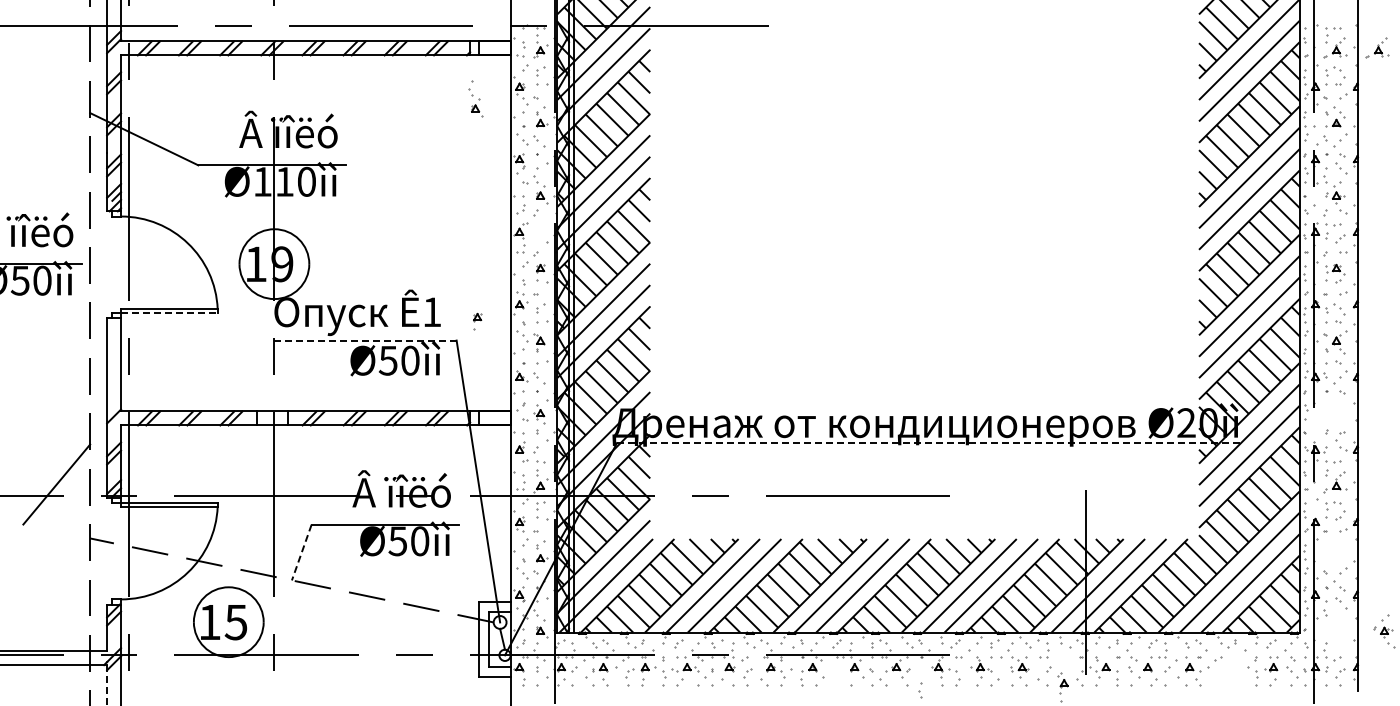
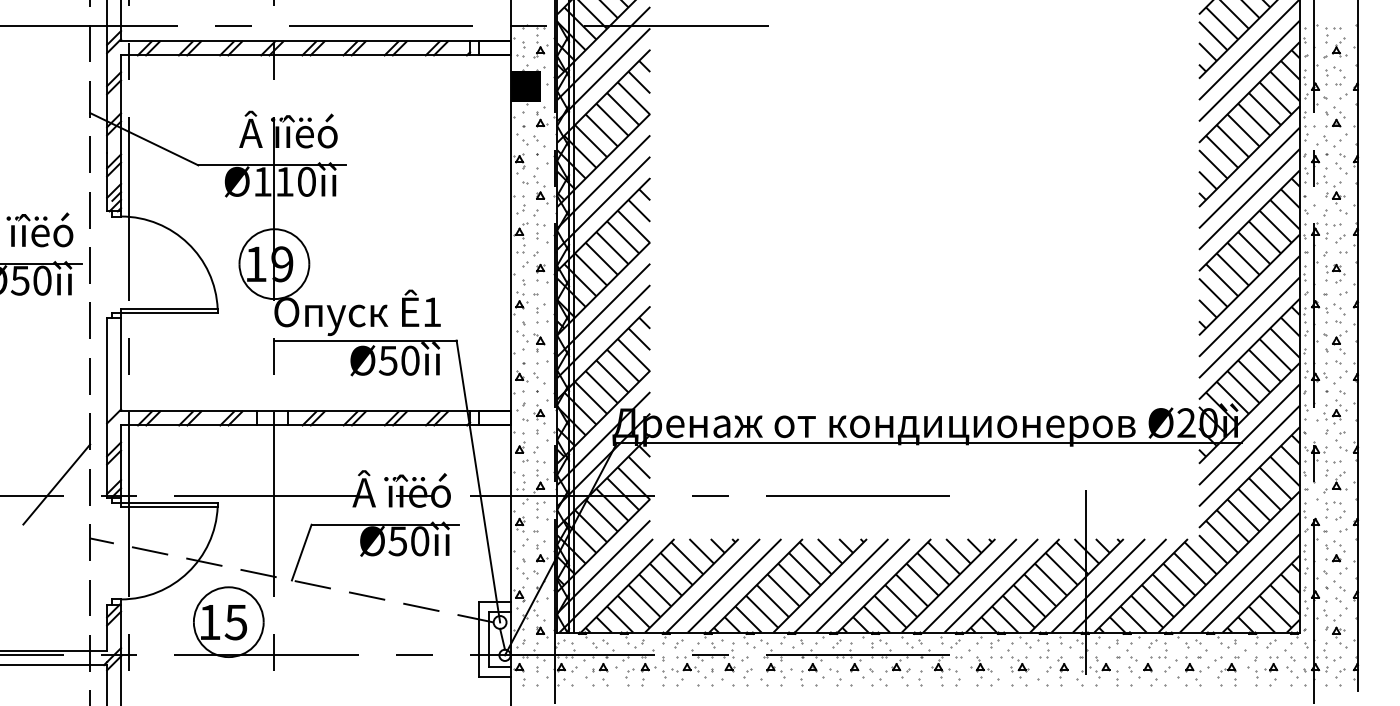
part at (1377, 47): present -> none
fill at (525, 85): none -> present
part at (475, 98): present -> none
part at (540, 231): none -> present
line at (169, 313): dashed -> solid
part at (477, 321): present -> none
line at (365, 340): dashed -> solid
part at (1331, 411): none -> present
line at (929, 443): dashed -> solid
part at (1335, 551): none -> present
line at (301, 552): dashed -> solid
part at (1384, 631) position: (1384, 631) -> (1336, 631)
part at (1228, 671): none -> present
part at (835, 677): none -> present
line at (107, 686): dashed -> solid
part at (1062, 687) position: (1062, 687) -> (1062, 671)
part at (920, 690) position: (920, 690) -> (920, 678)
